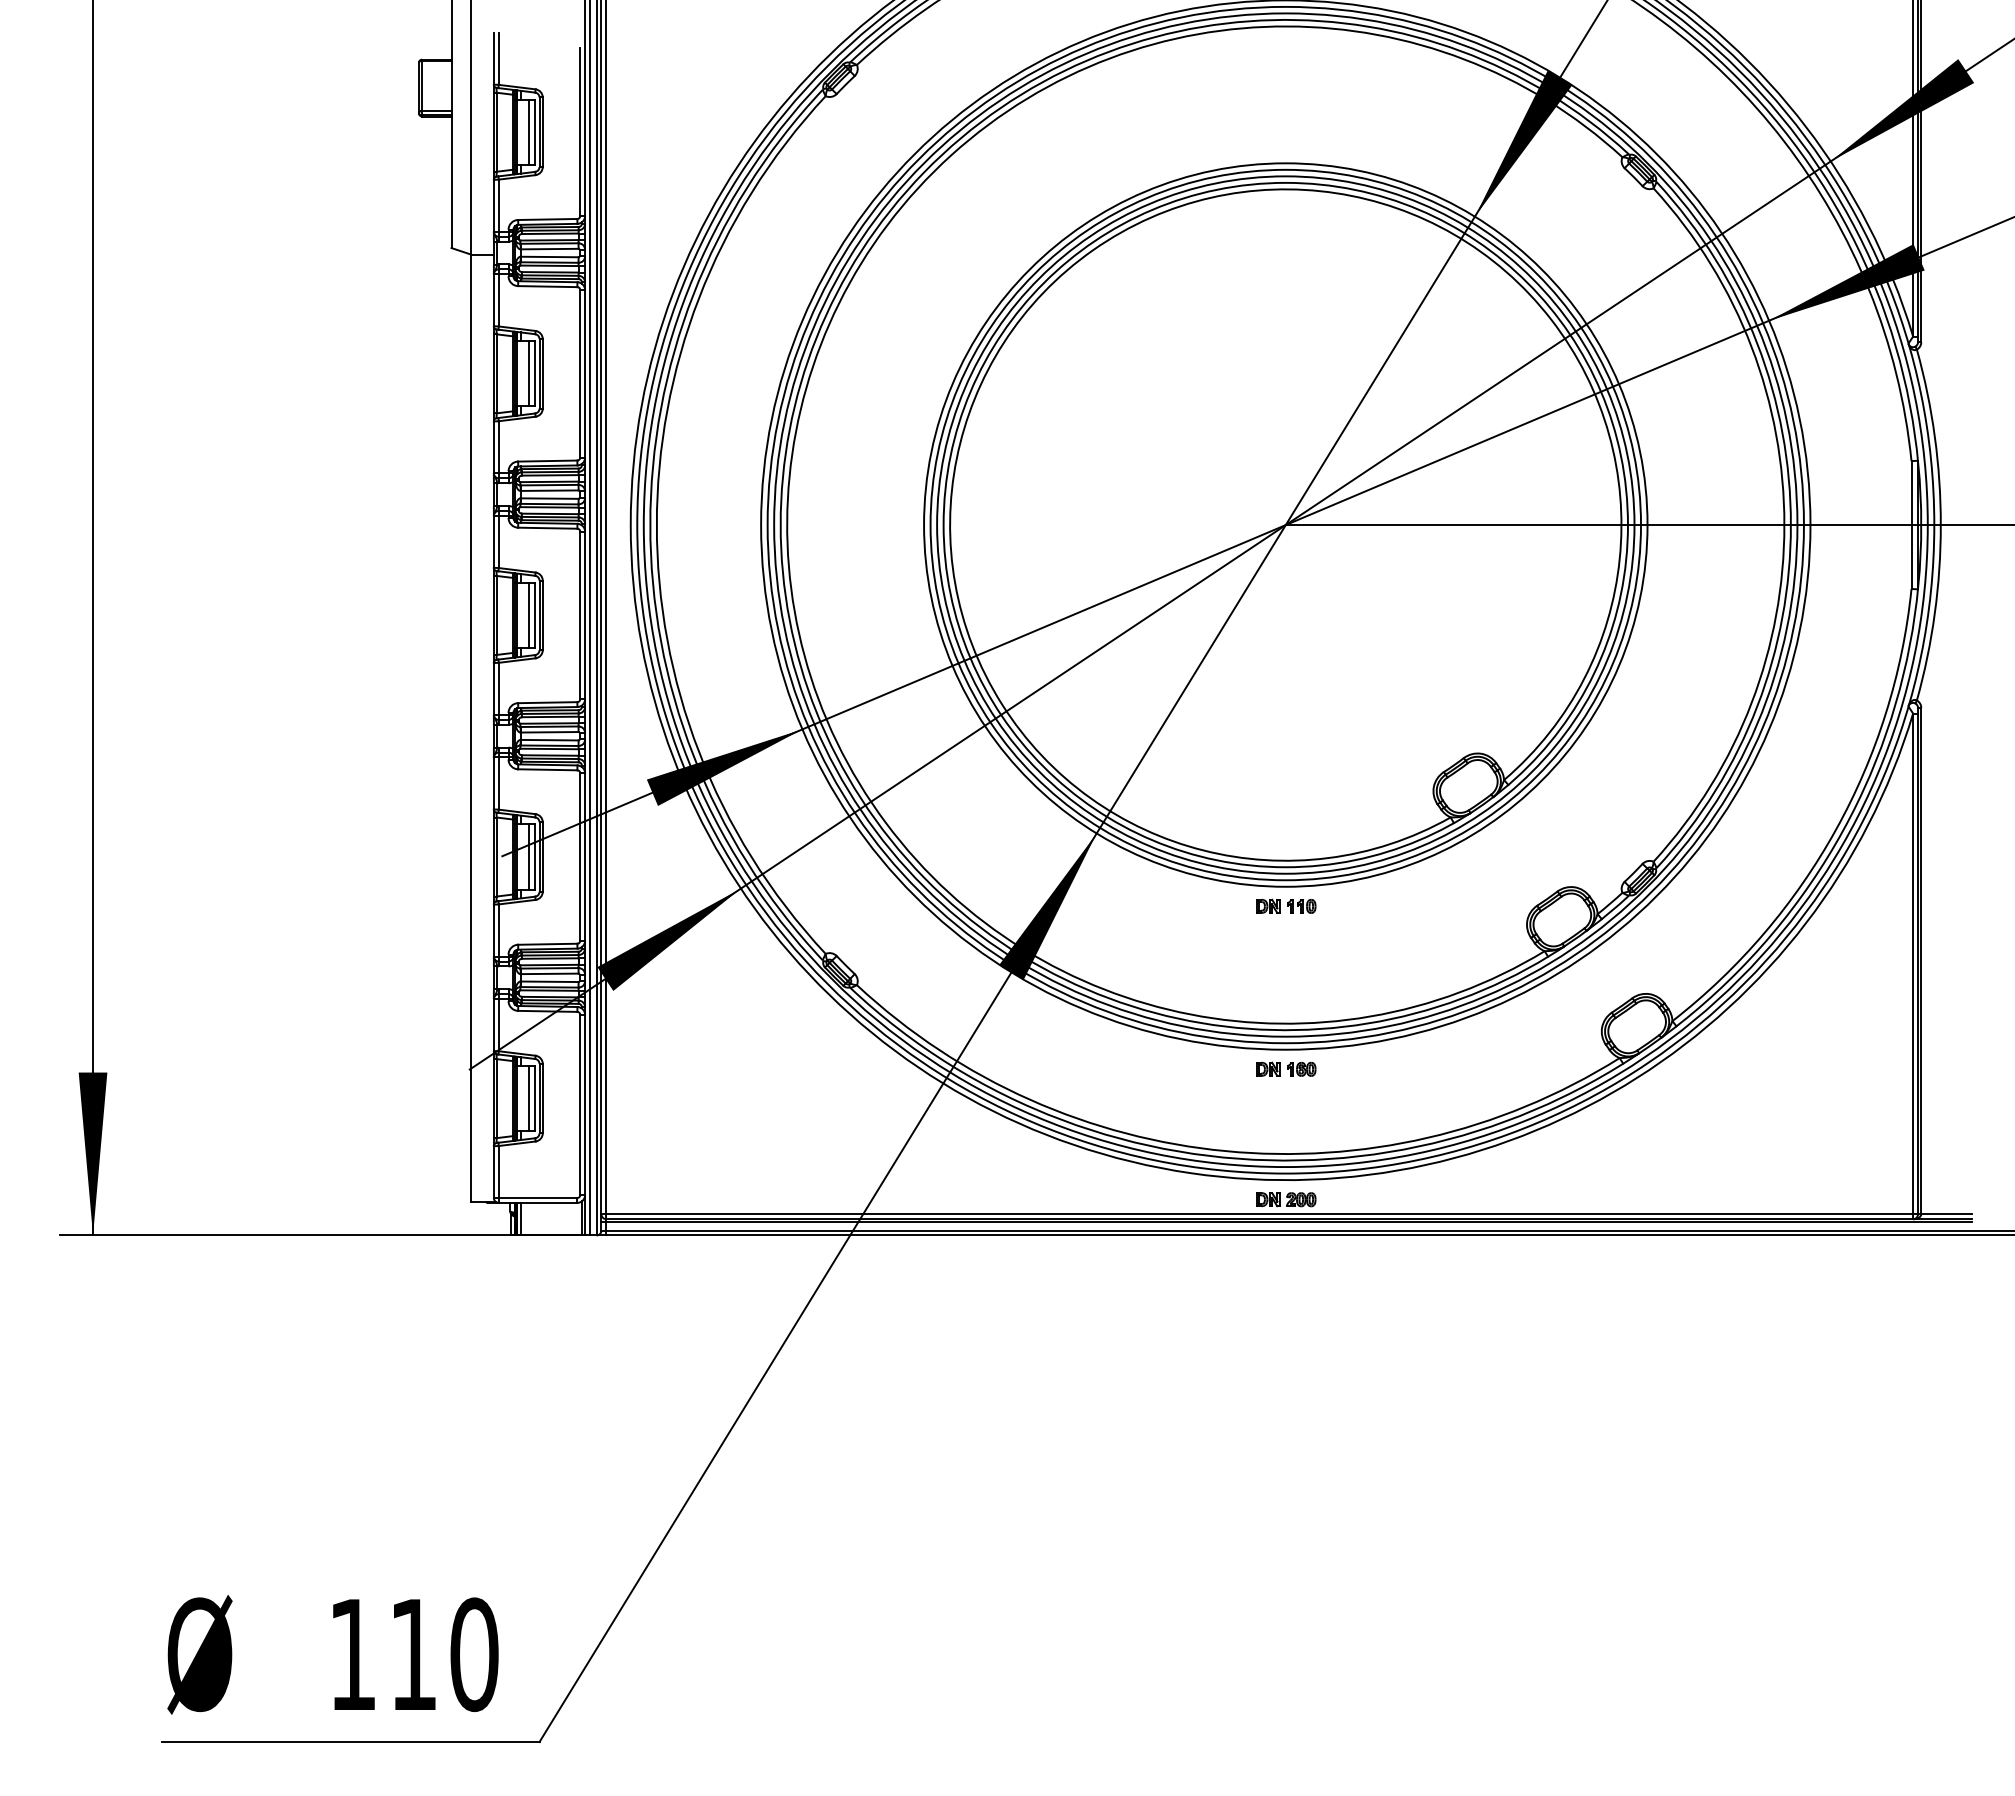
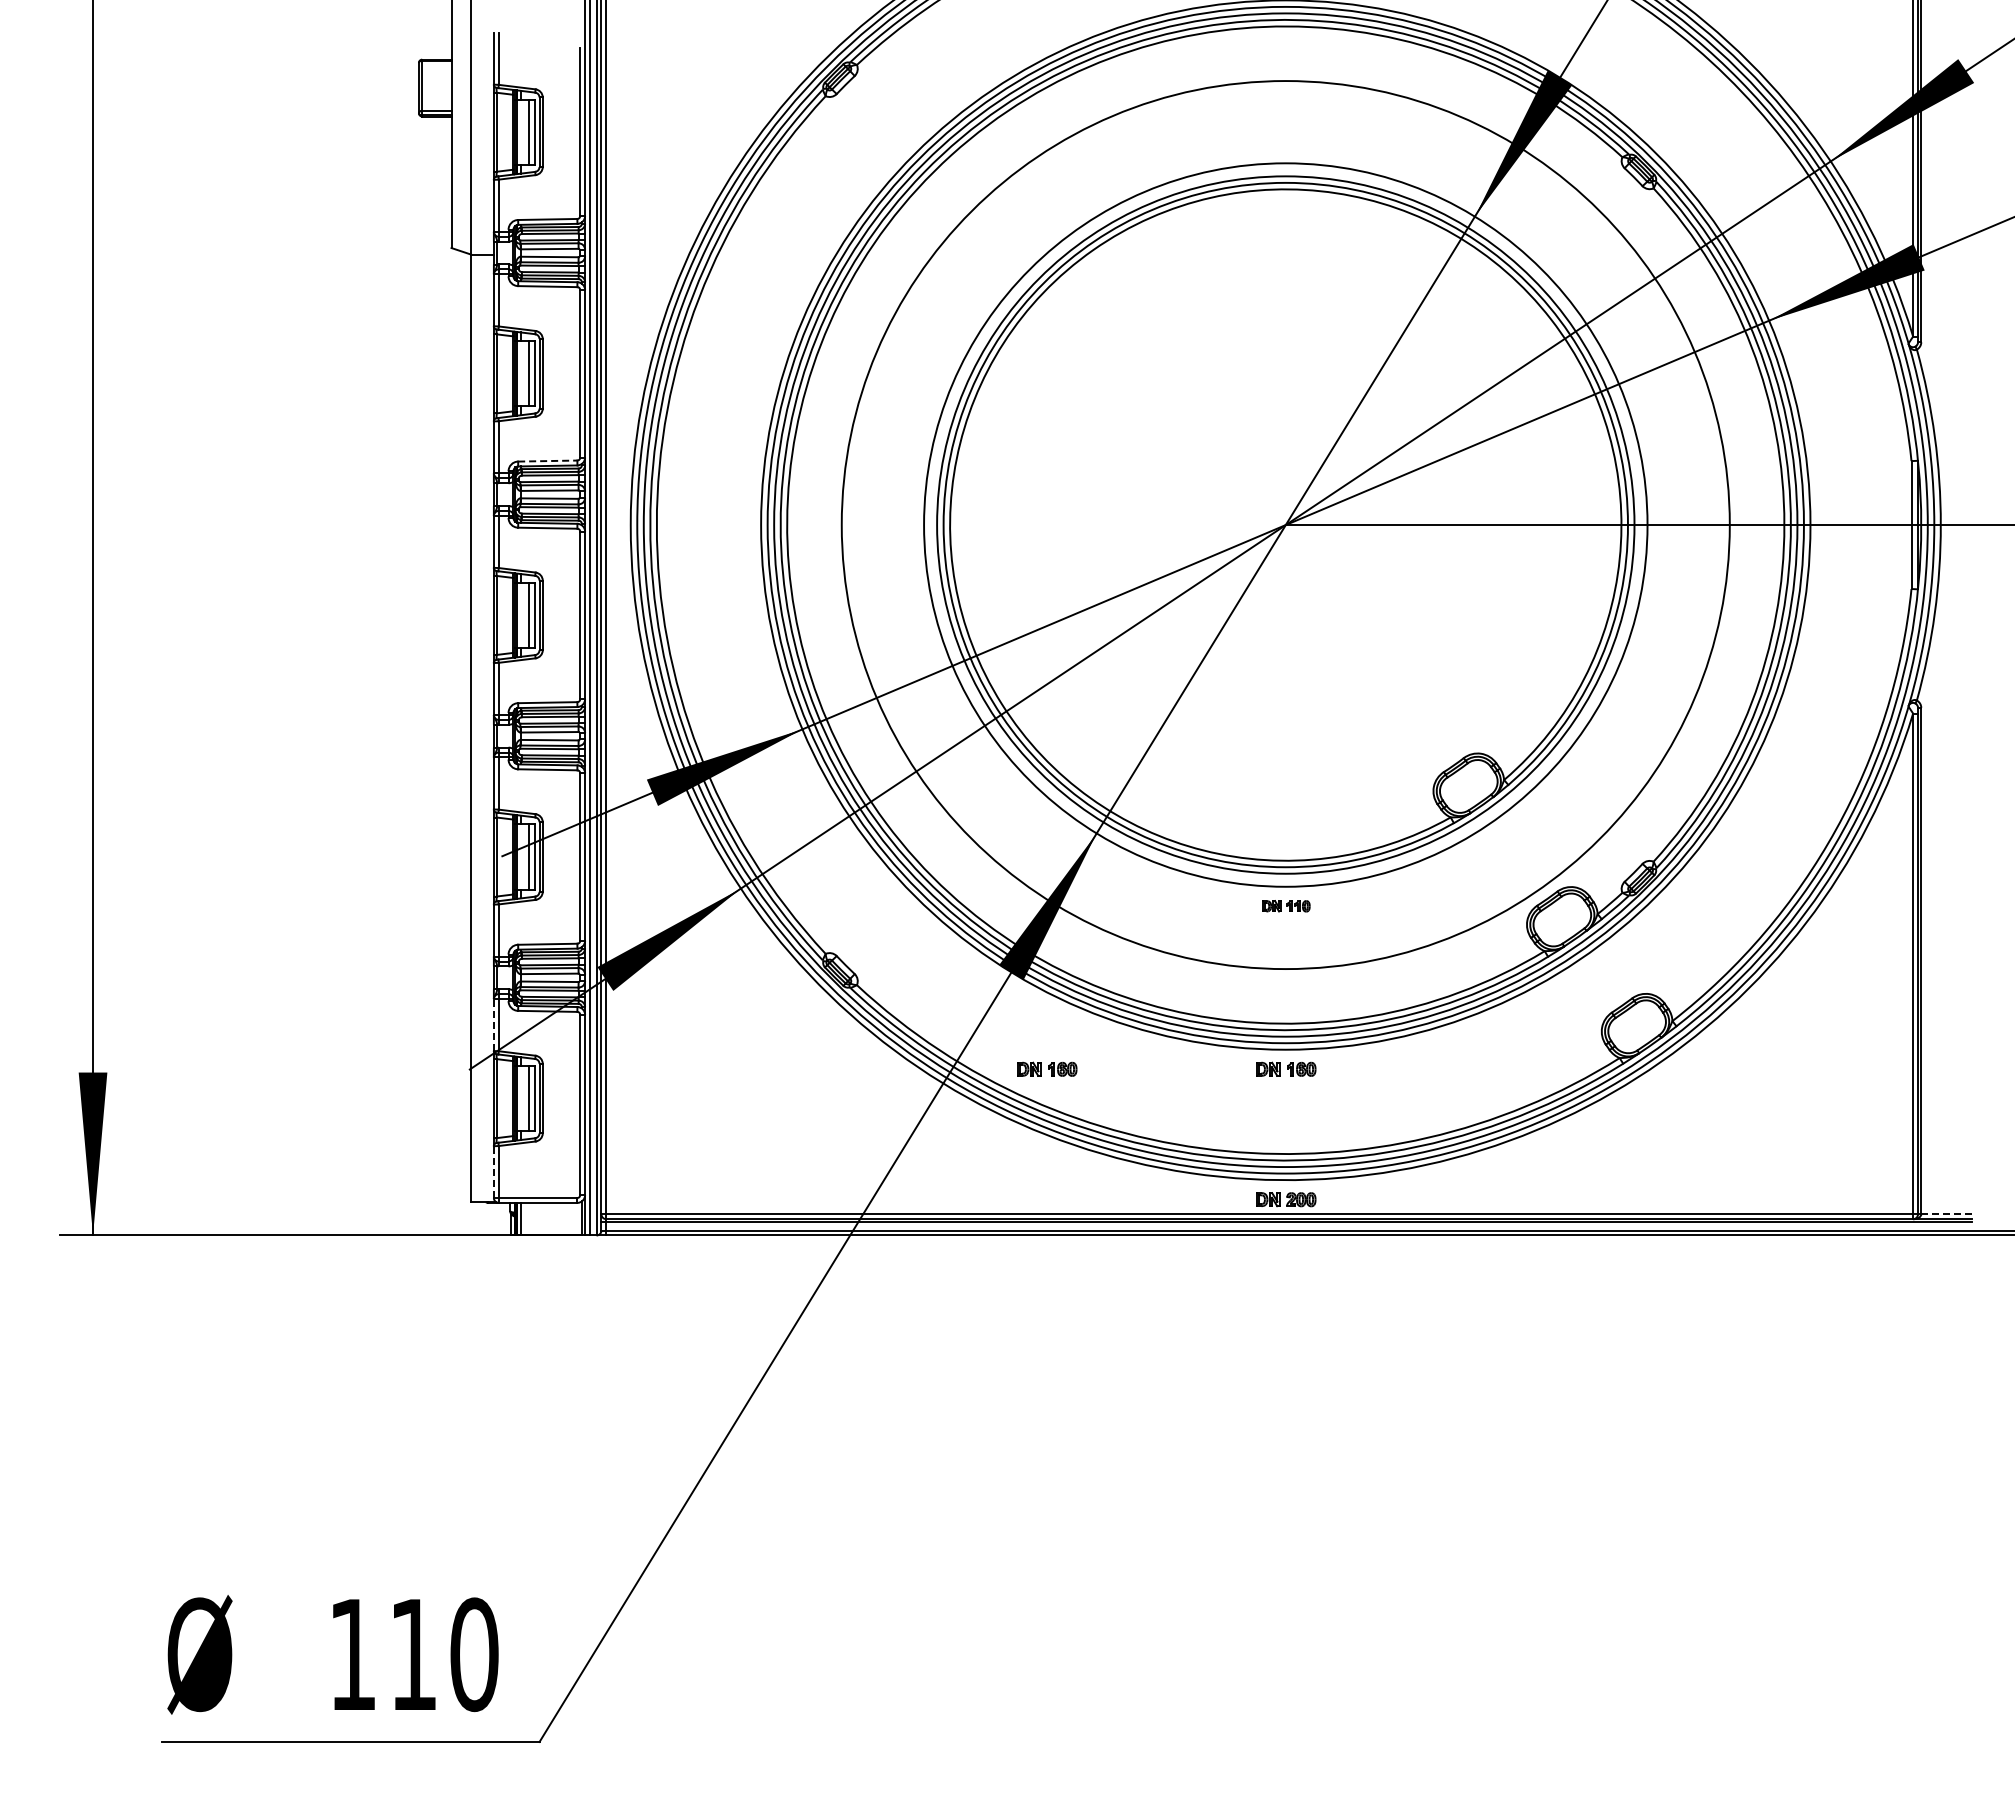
line at (547, 461): solid -> dashed
circle at (1285, 524) diameter: 710 px -> 888 px
part at (1286, 905) size: 61x16 px -> 49x13 px
line at (493, 1024): solid -> dashed
part at (1047, 1068): none -> present
line at (493, 1172): solid -> dashed
line at (1947, 1214): solid -> dashed
